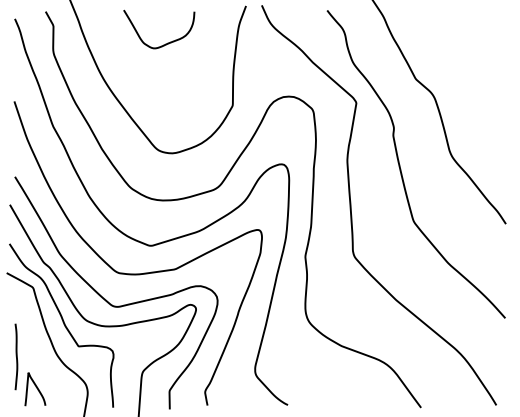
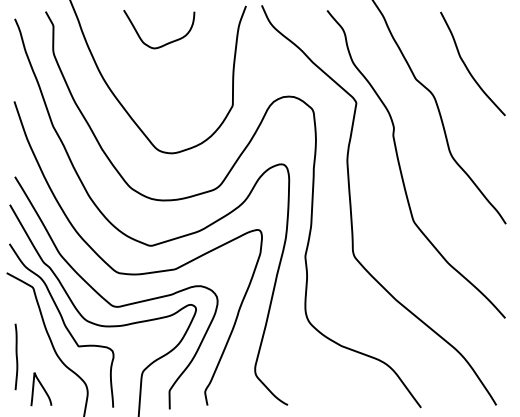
curve at (466, 65): none -> present
curve at (36, 388) position: (36, 388) -> (42, 388)
